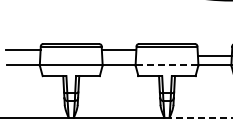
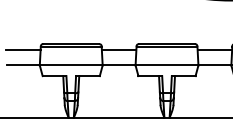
line at (213, 55) position: (213, 55) -> (213, 49)
line at (166, 65): dashed -> solid
line at (200, 117): dashed -> solid
